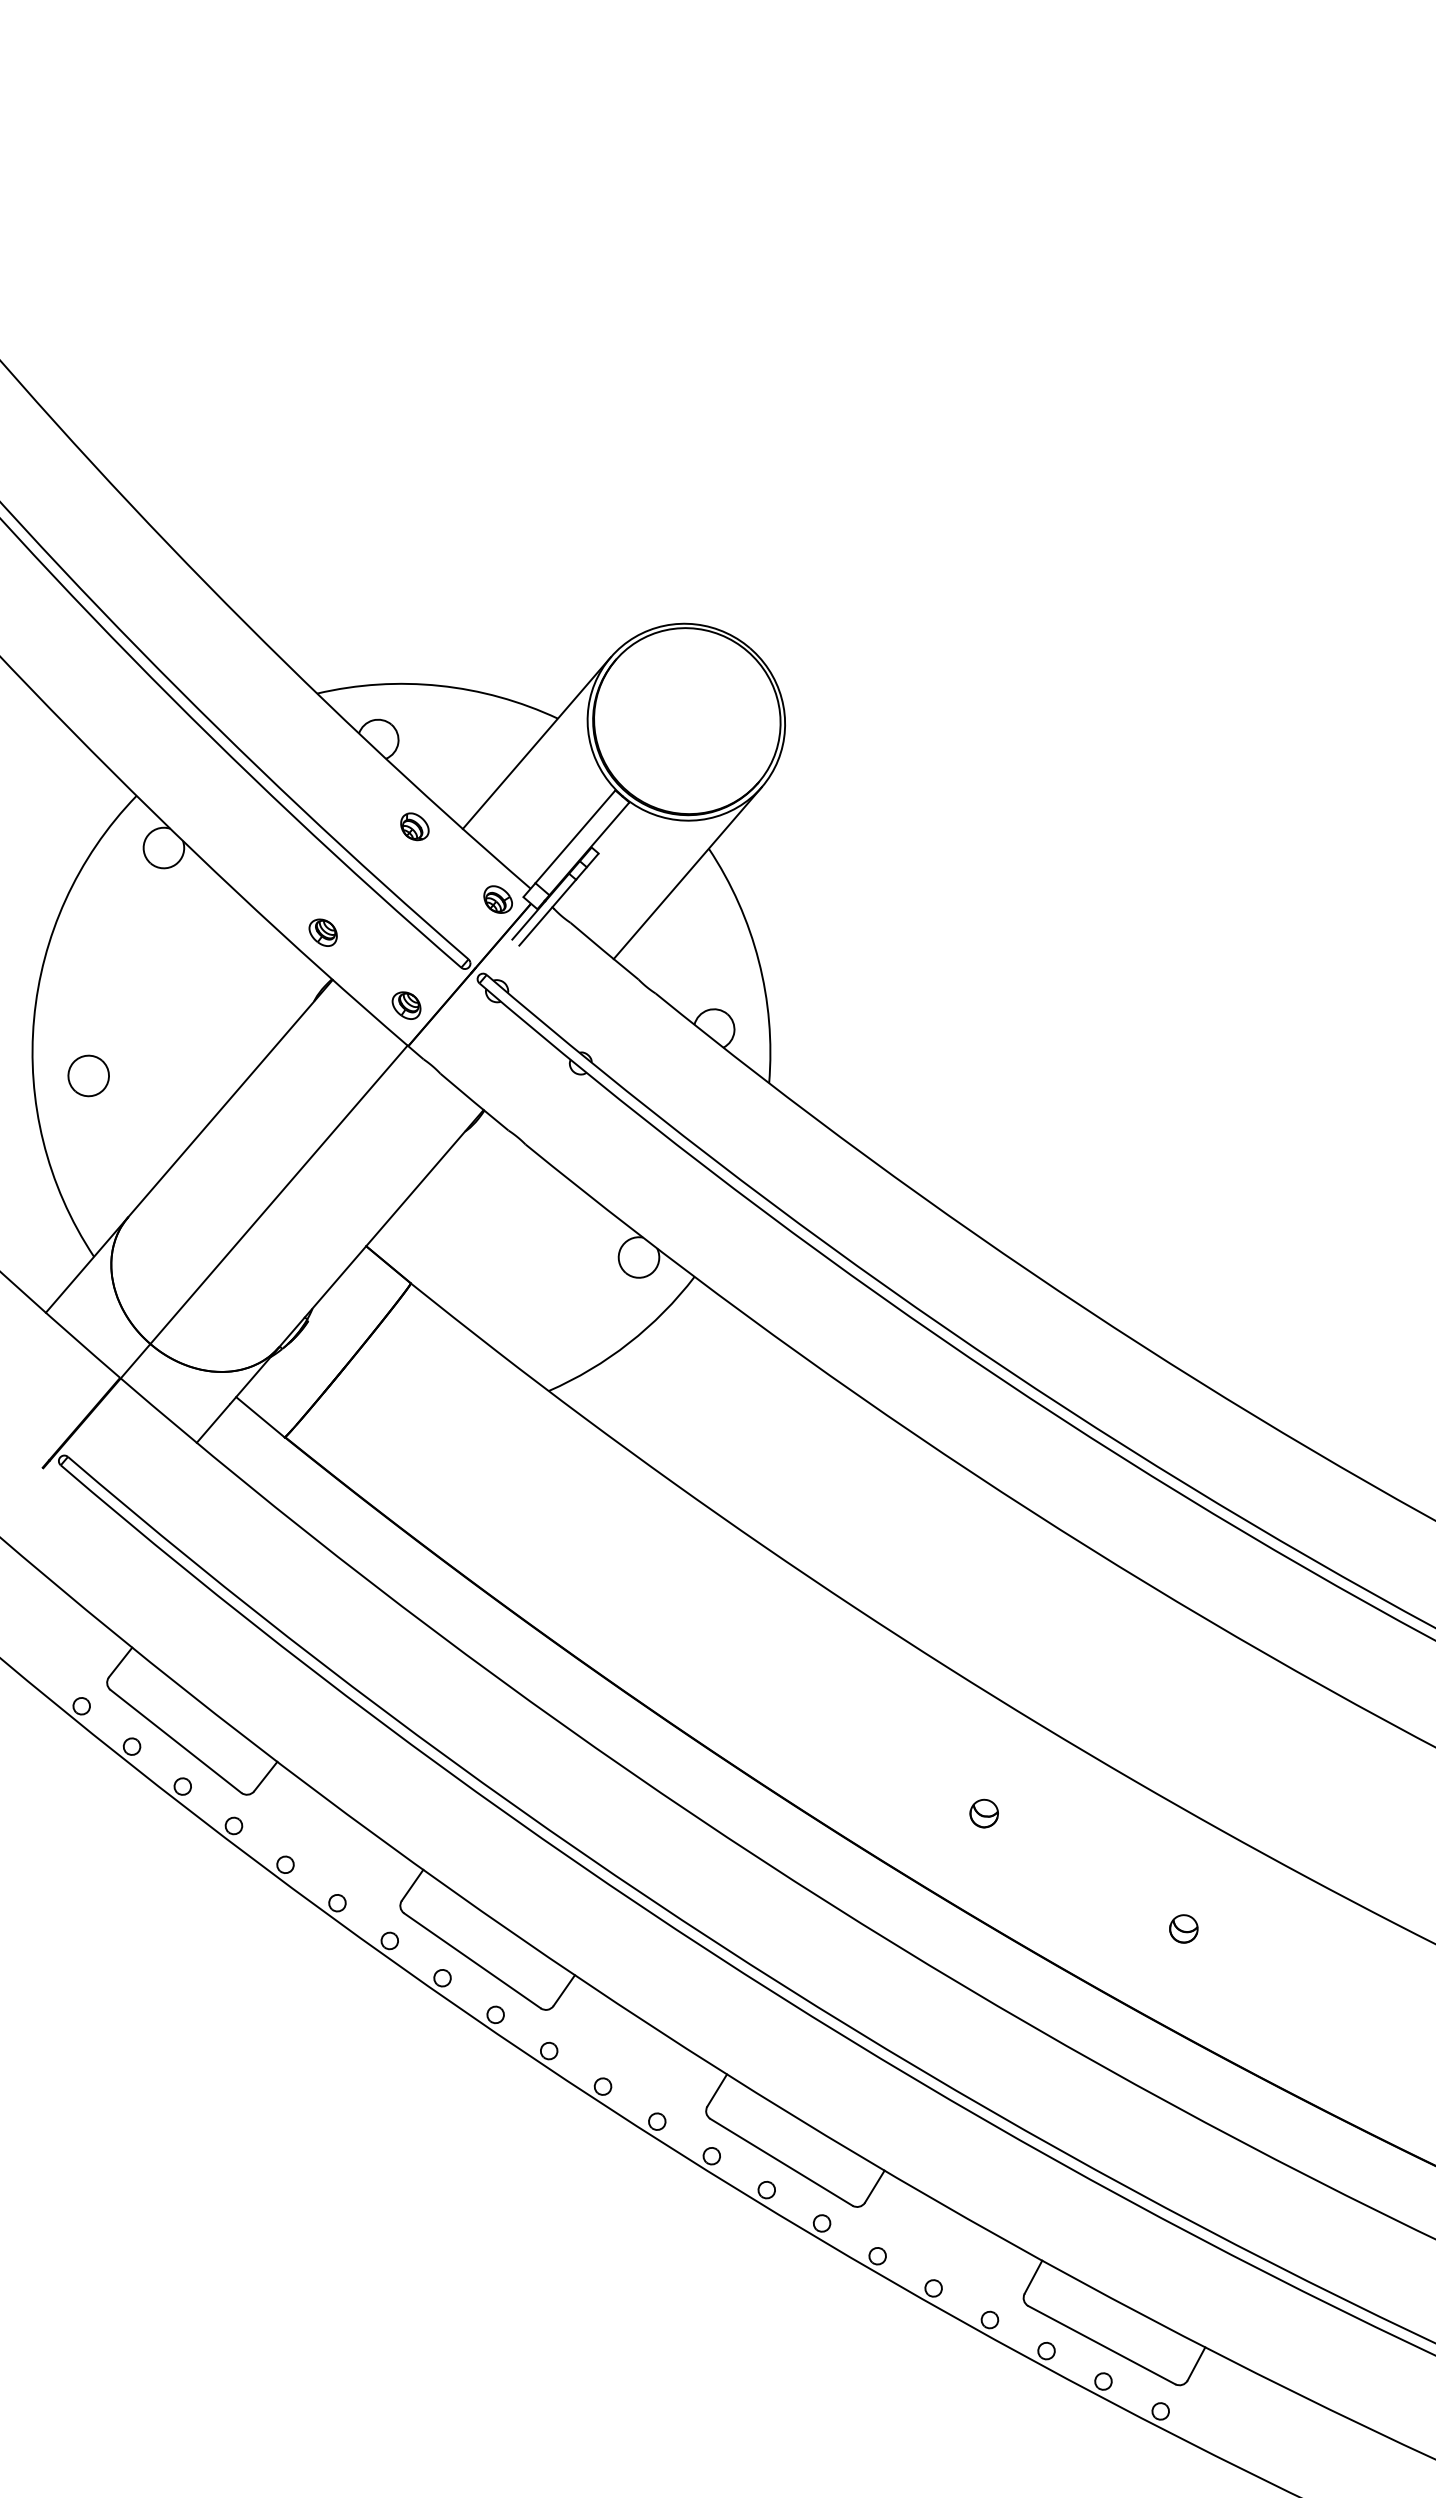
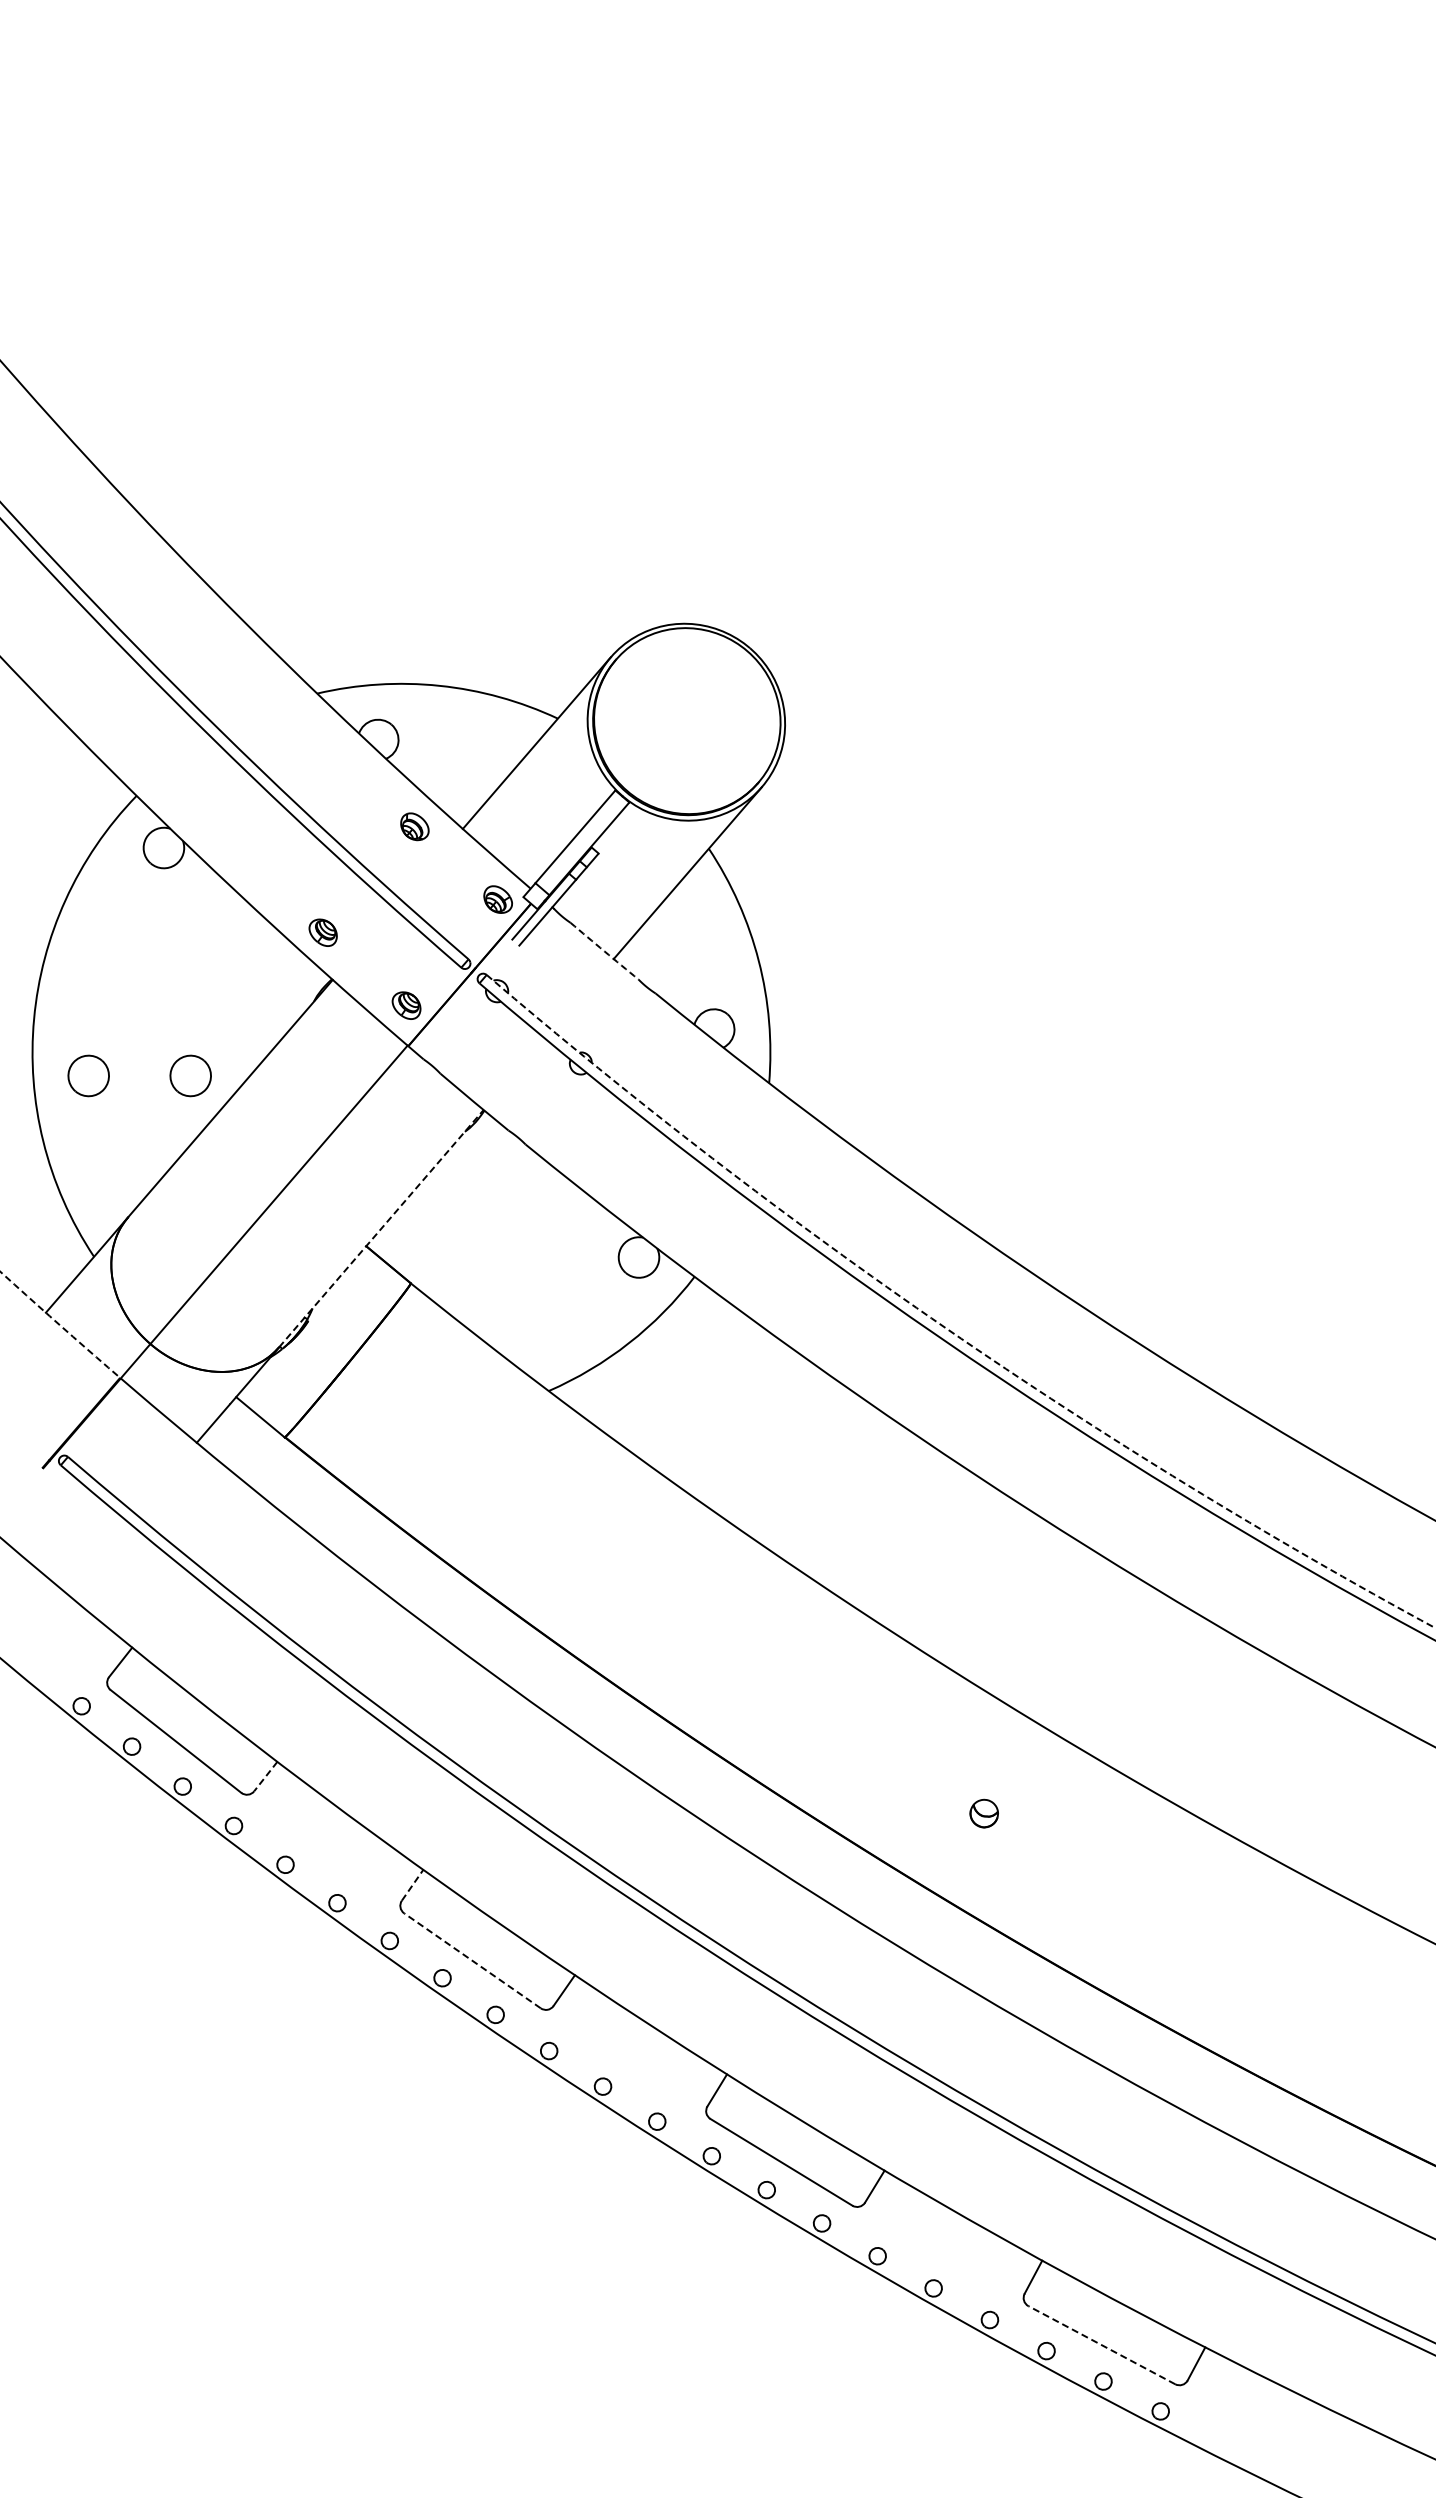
arc at (604, 951): solid -> dashed
part at (190, 1075): none -> present
line at (381, 1228): solid -> dashed
arc at (59, 1324): solid -> dashed
arc at (943, 1326): solid -> dashed
line at (265, 1776): solid -> dashed
line at (412, 1885): solid -> dashed
part at (1183, 1928): present -> none
line at (472, 1960): solid -> dashed
line at (1101, 2344): solid -> dashed
